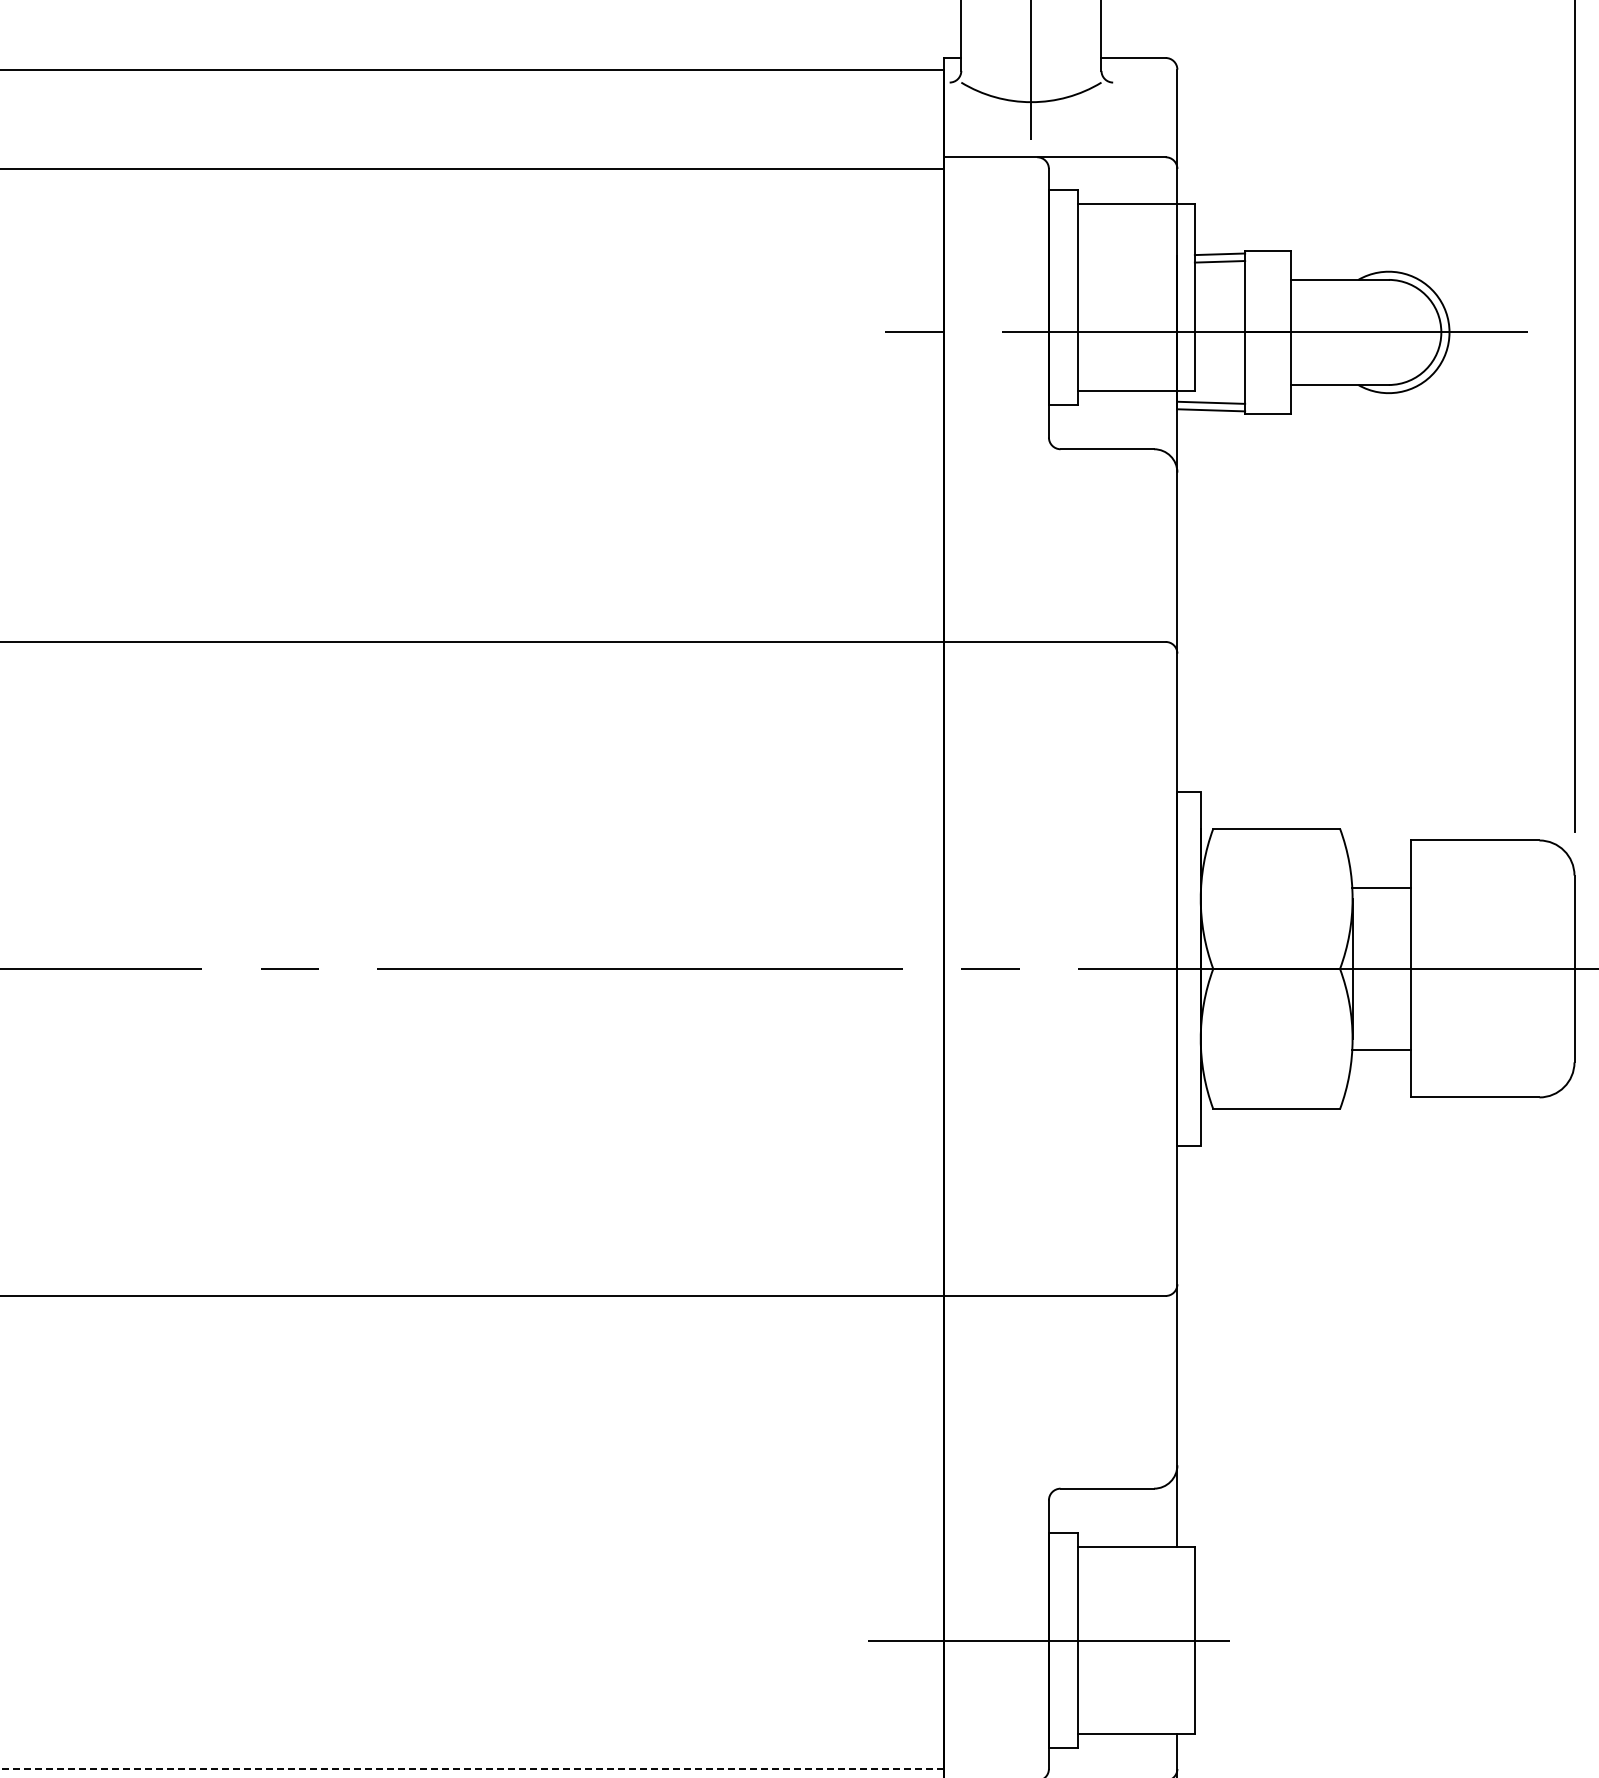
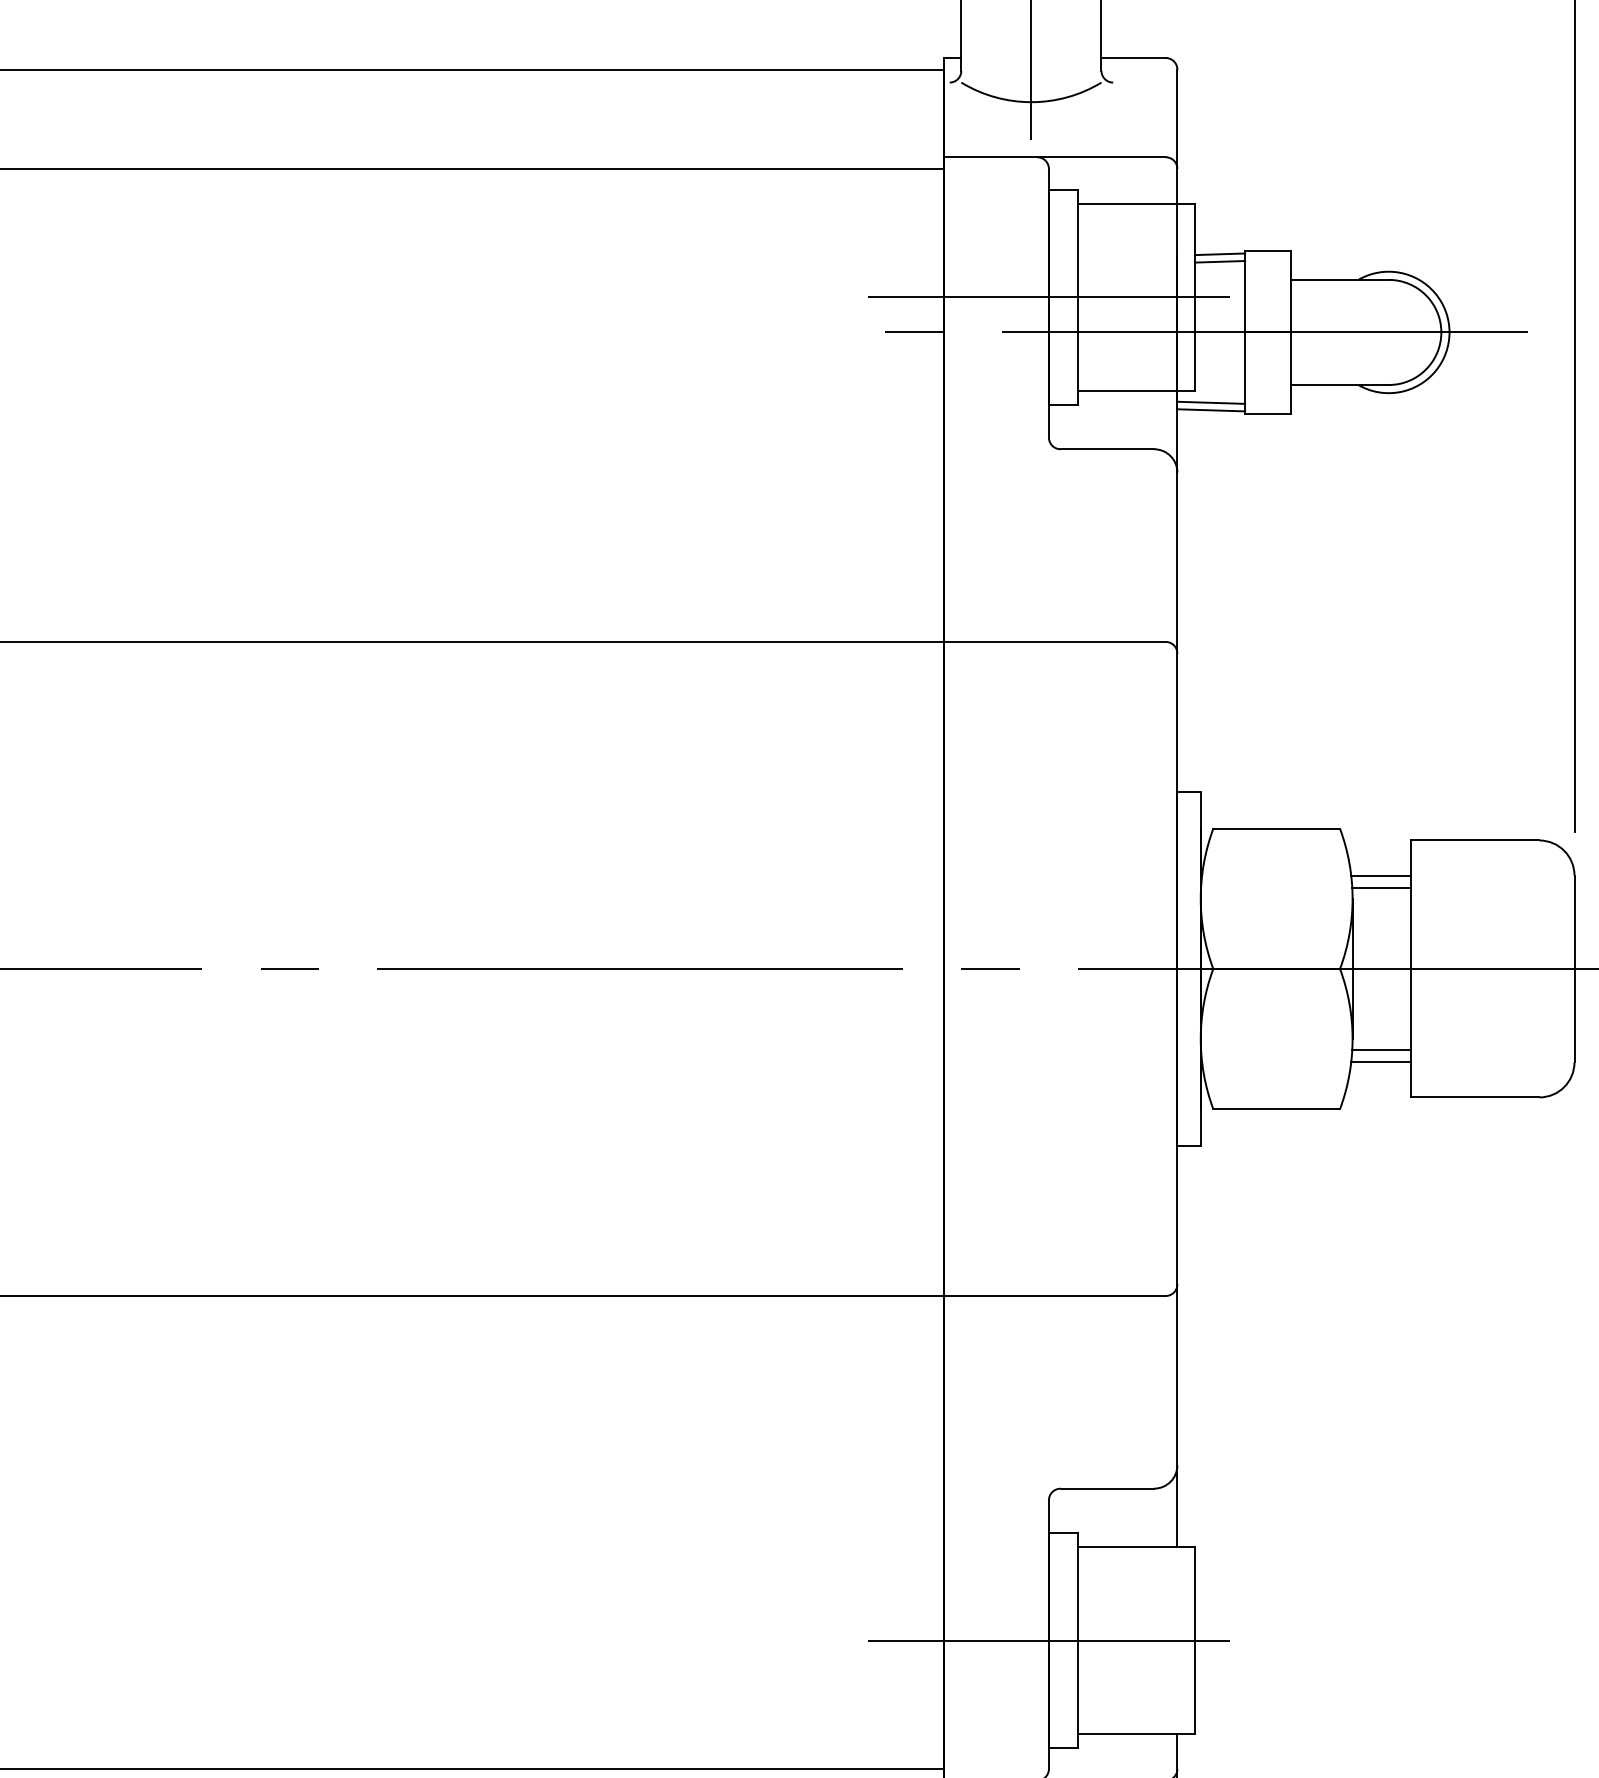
line at (1048, 297): none -> present
line at (1380, 875): none -> present
line at (1380, 1062): none -> present
line at (472, 1768): dashed -> solid
